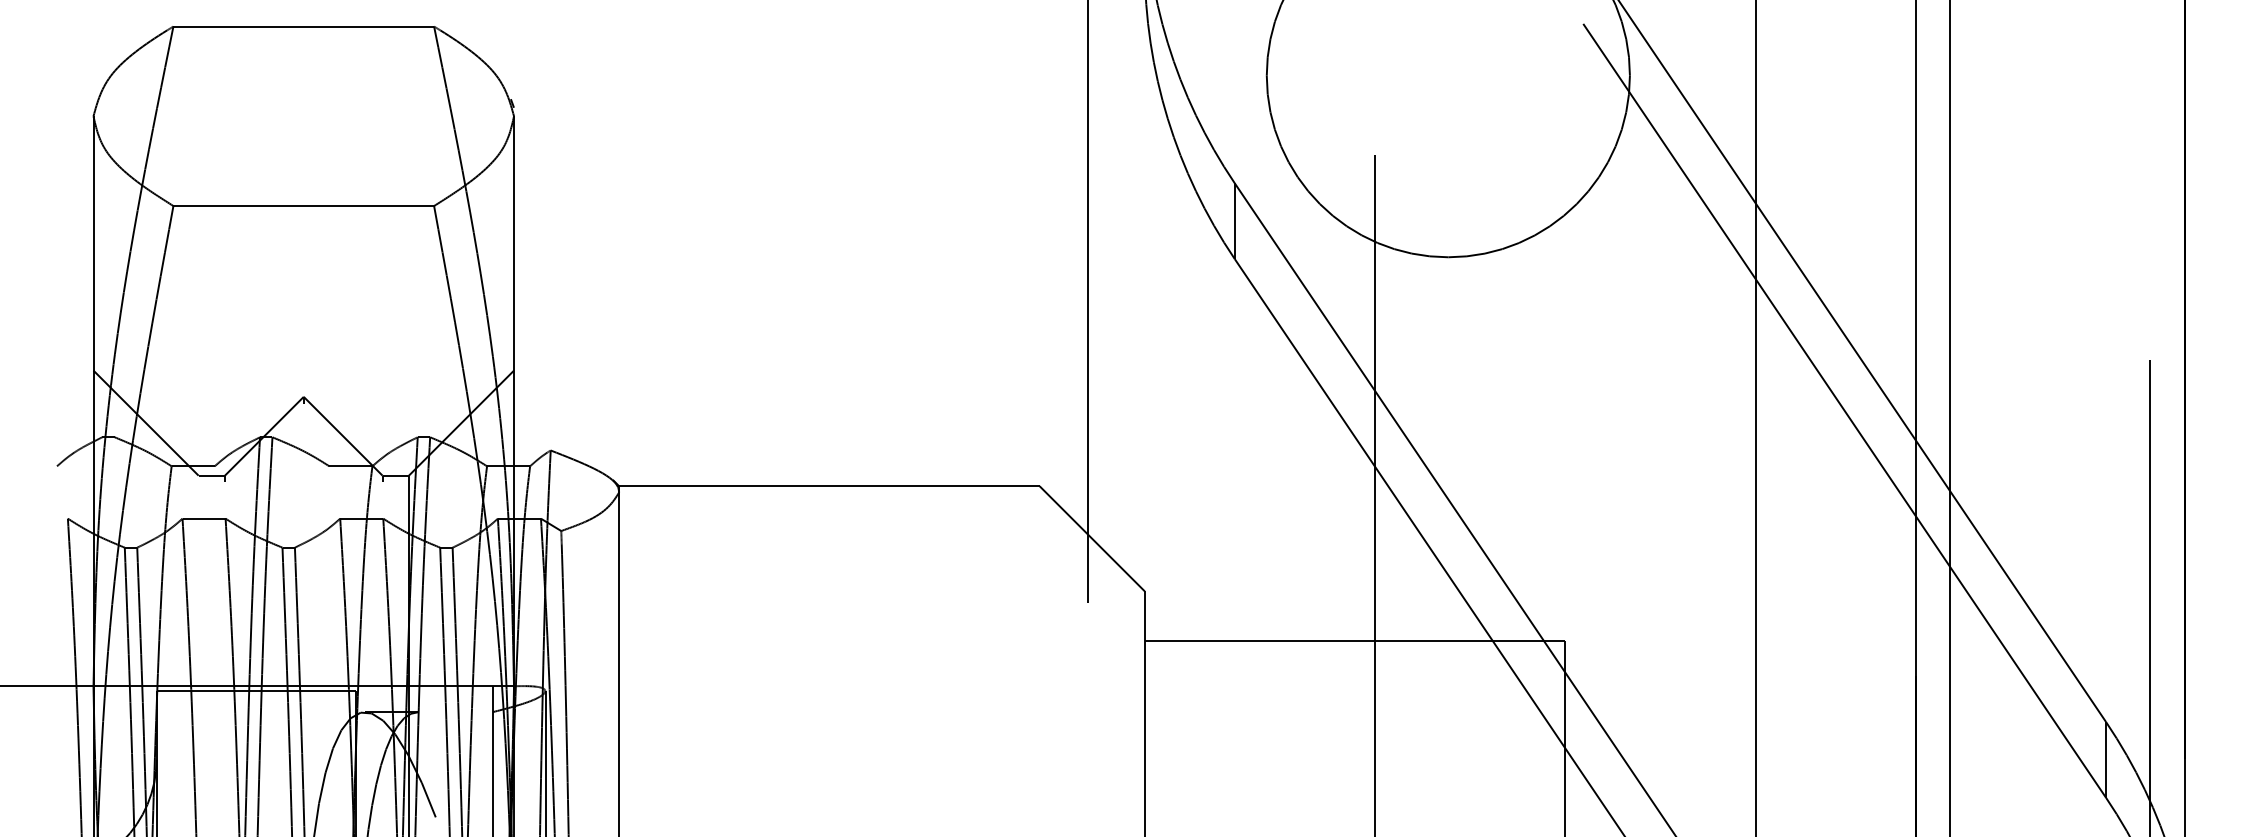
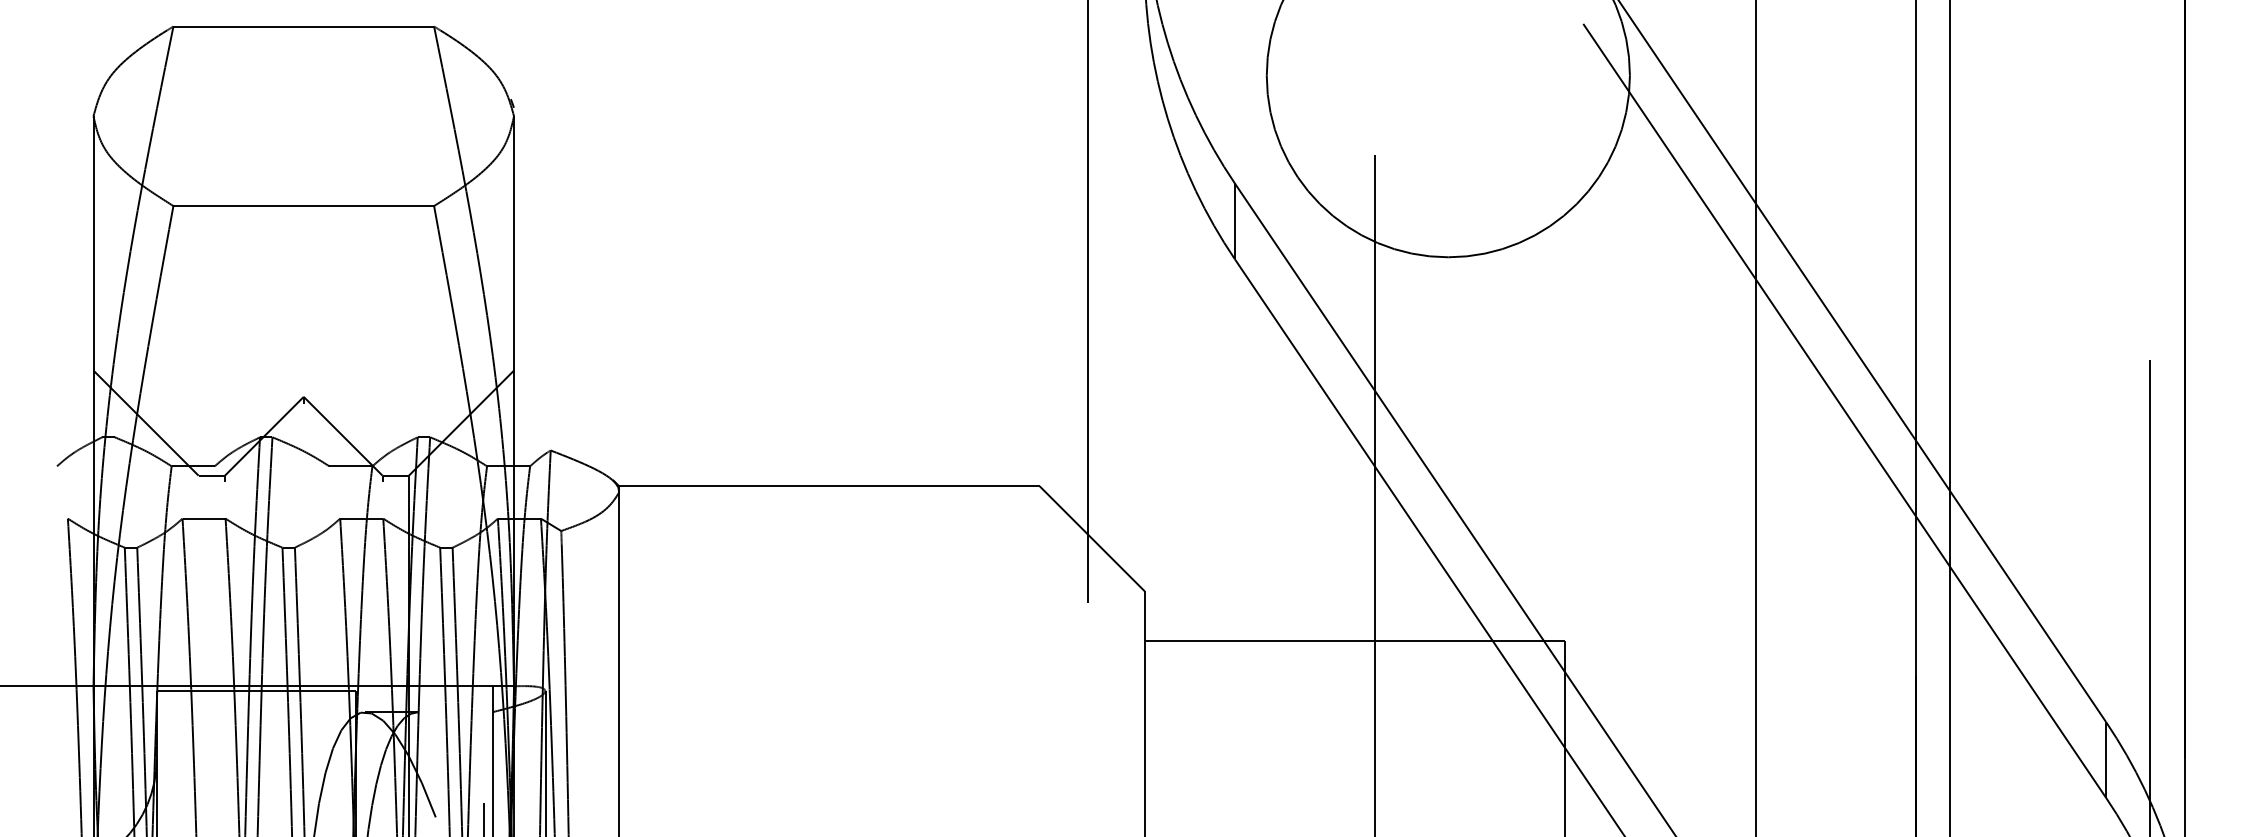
line at (483, 818): none -> present
